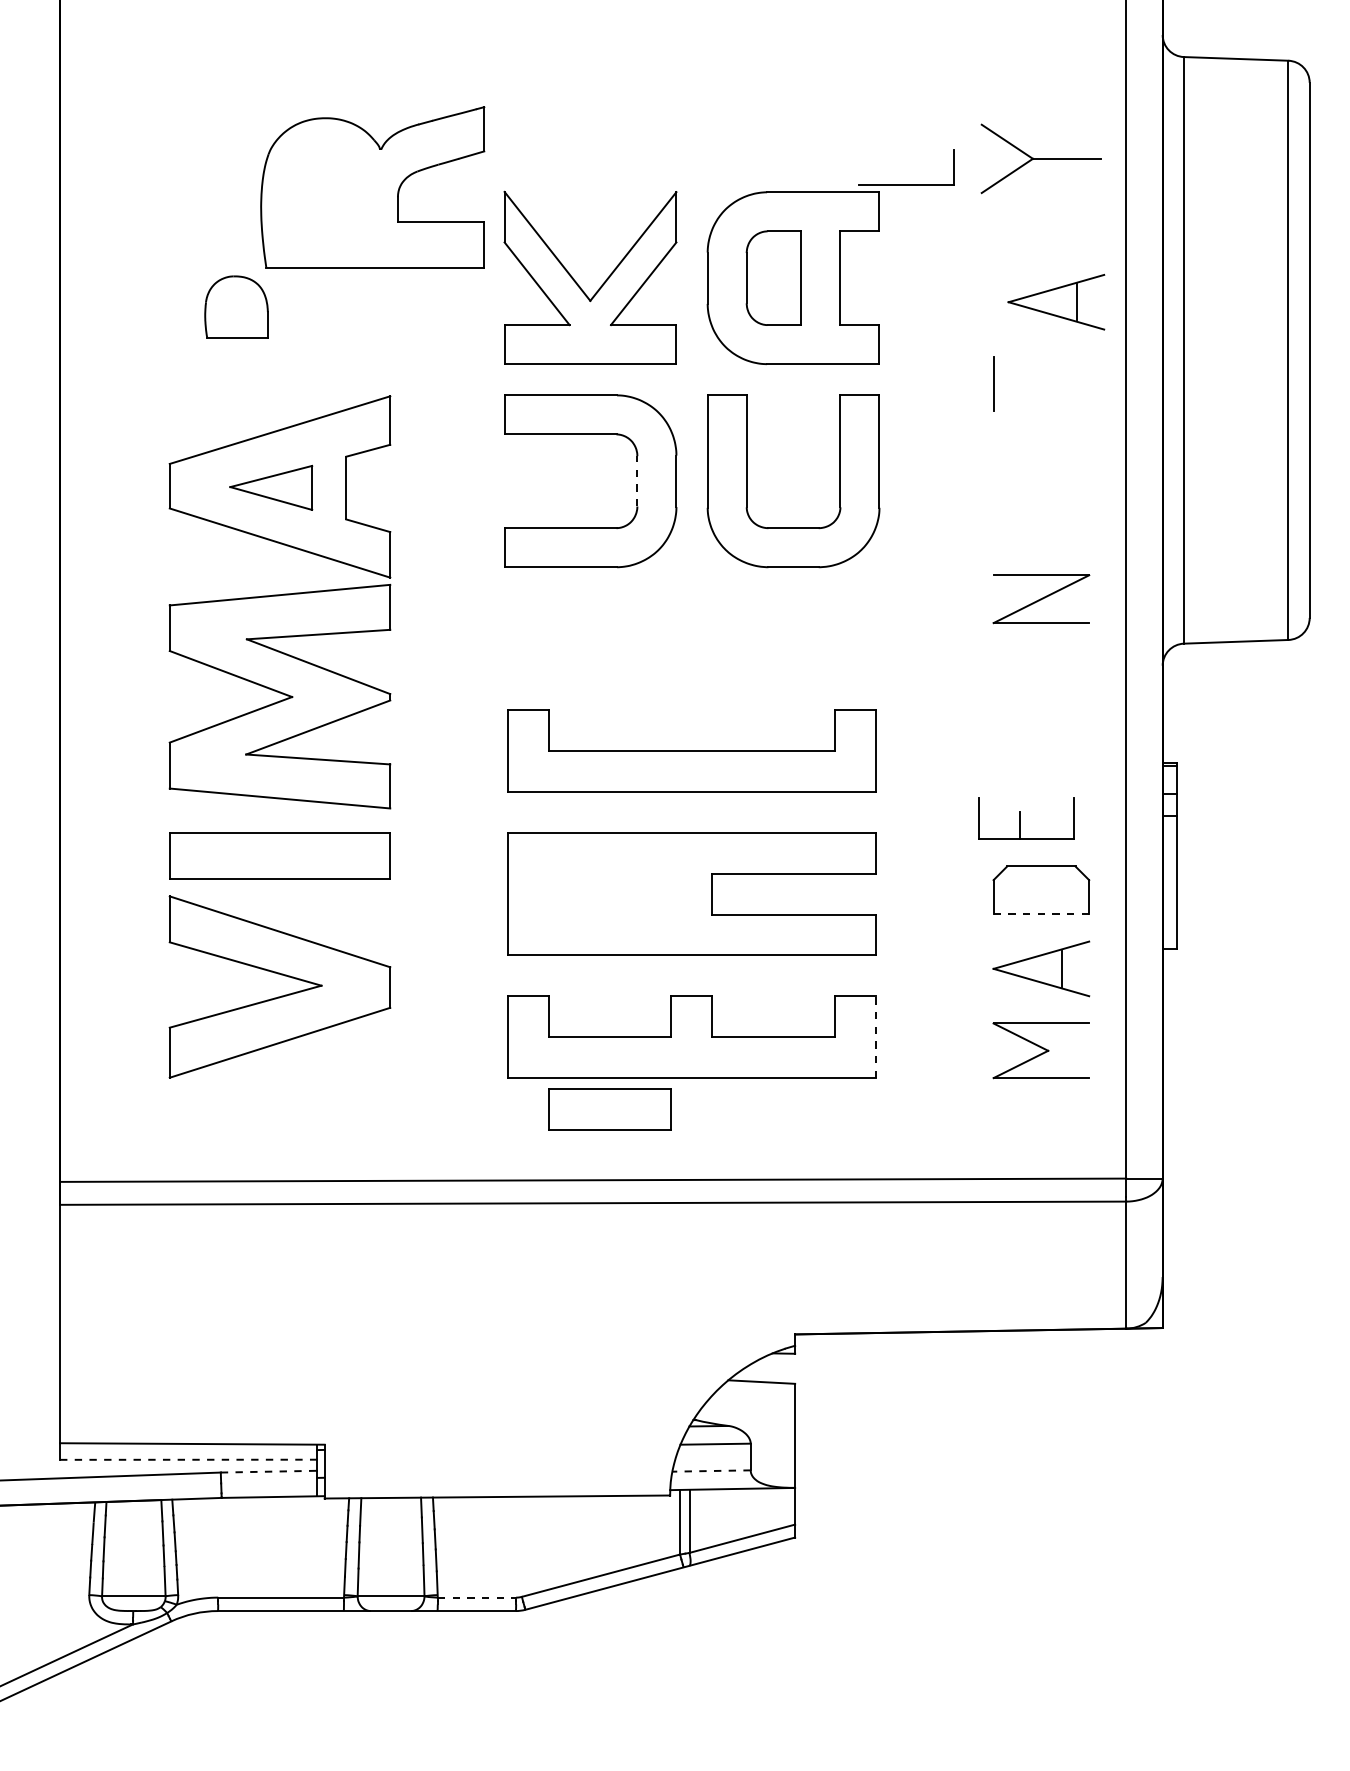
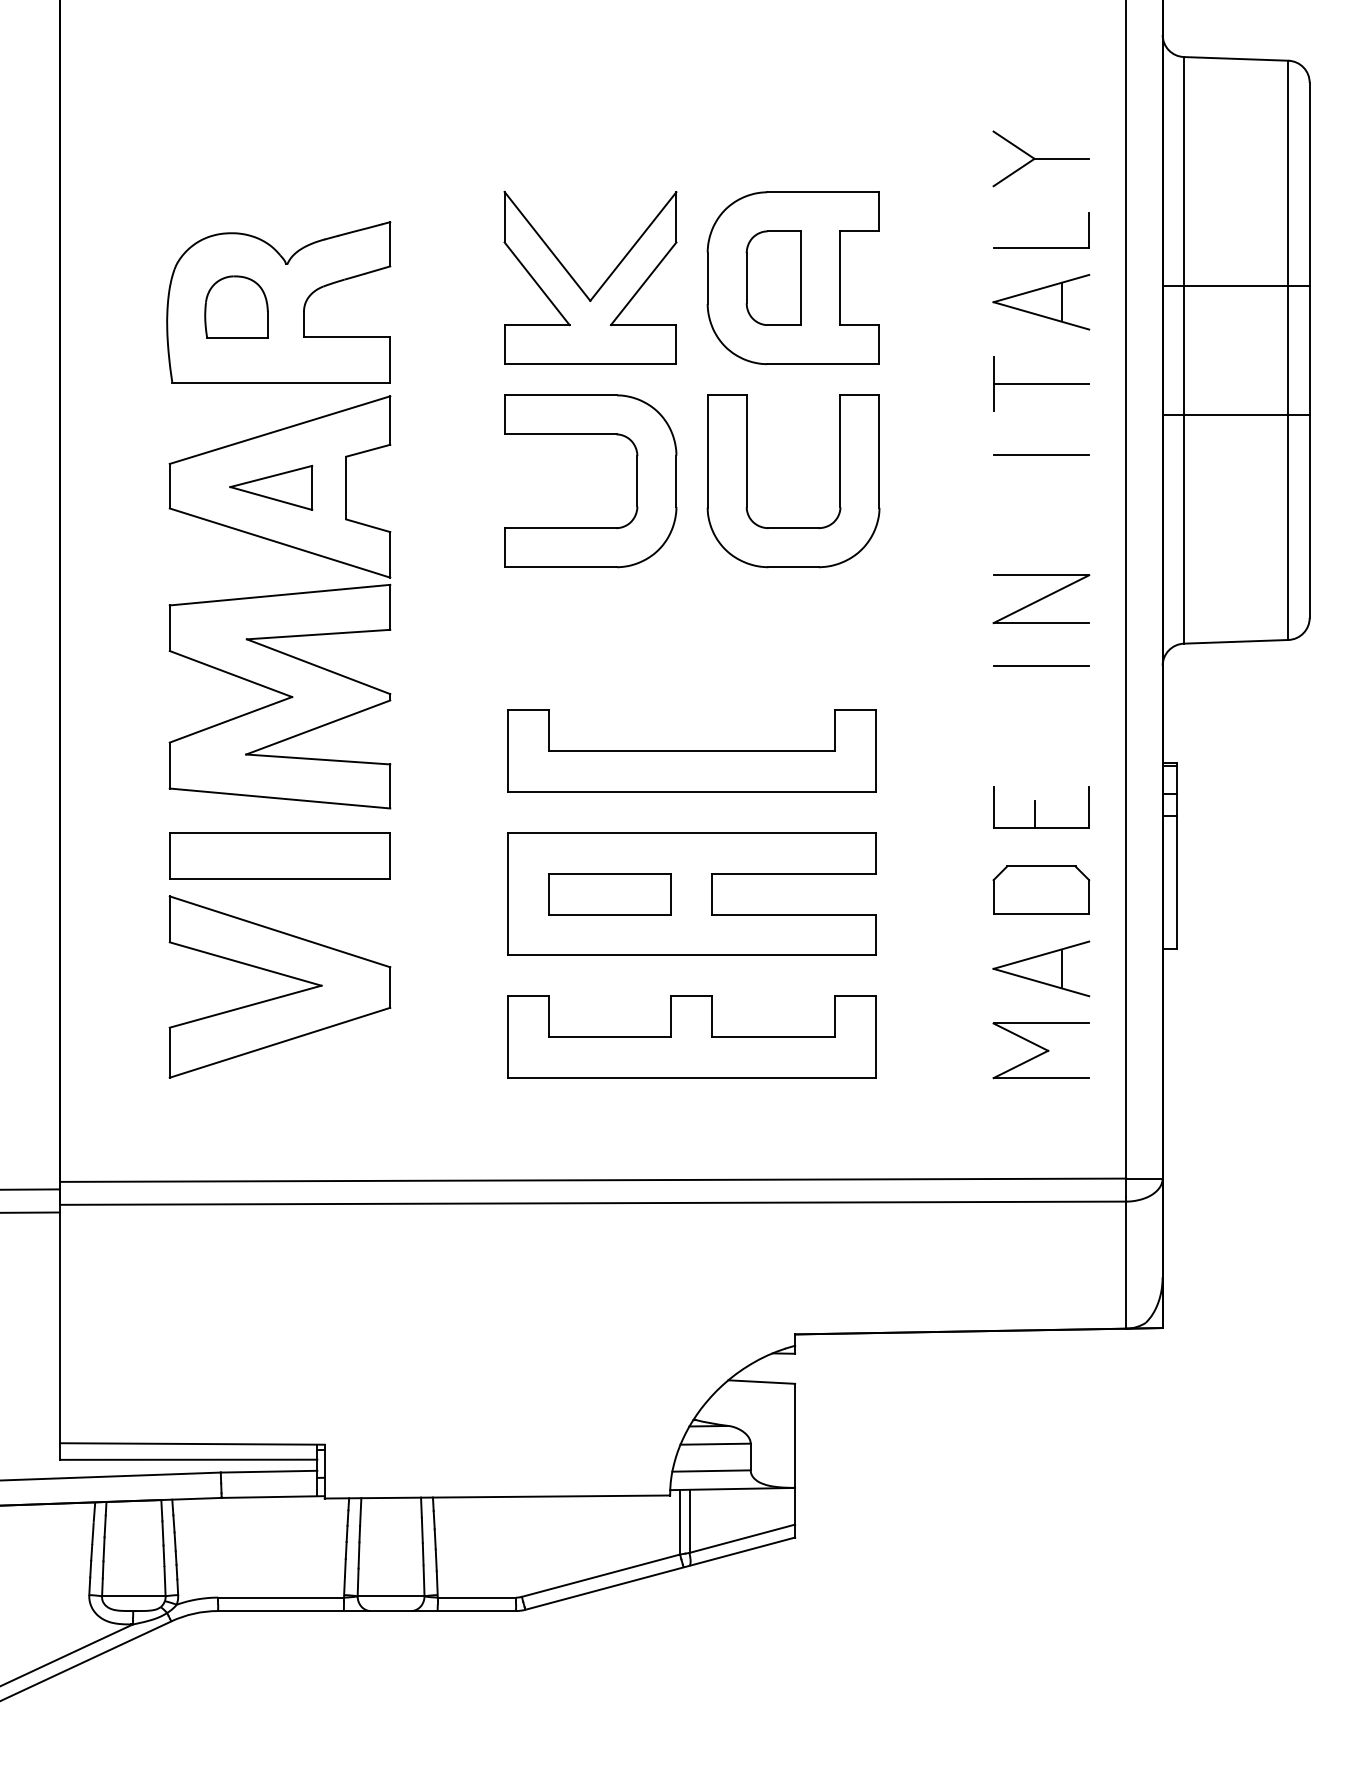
part at (1040, 158) size: 122x72 px -> 98x58 px
part at (906, 184) position: (906, 184) -> (1041, 247)
part at (372, 187) position: (372, 187) -> (278, 302)
line at (1235, 286): none -> present
part at (1056, 302) position: (1056, 302) -> (1041, 302)
line at (1041, 384): none -> present
line at (1235, 414): none -> present
line at (1041, 454): none -> present
line at (637, 480): dashed -> solid
line at (1041, 666): none -> present
part at (1026, 818) position: (1026, 818) -> (1041, 807)
line at (1041, 914): dashed -> solid
line at (875, 1037): dashed -> solid
part at (609, 1109) position: (609, 1109) -> (609, 894)
line at (31, 1189): none -> present
line at (31, 1212): none -> present
line at (188, 1459): dashed -> solid
line at (269, 1471): dashed -> solid
line at (711, 1471): dashed -> solid
line at (477, 1597): dashed -> solid
